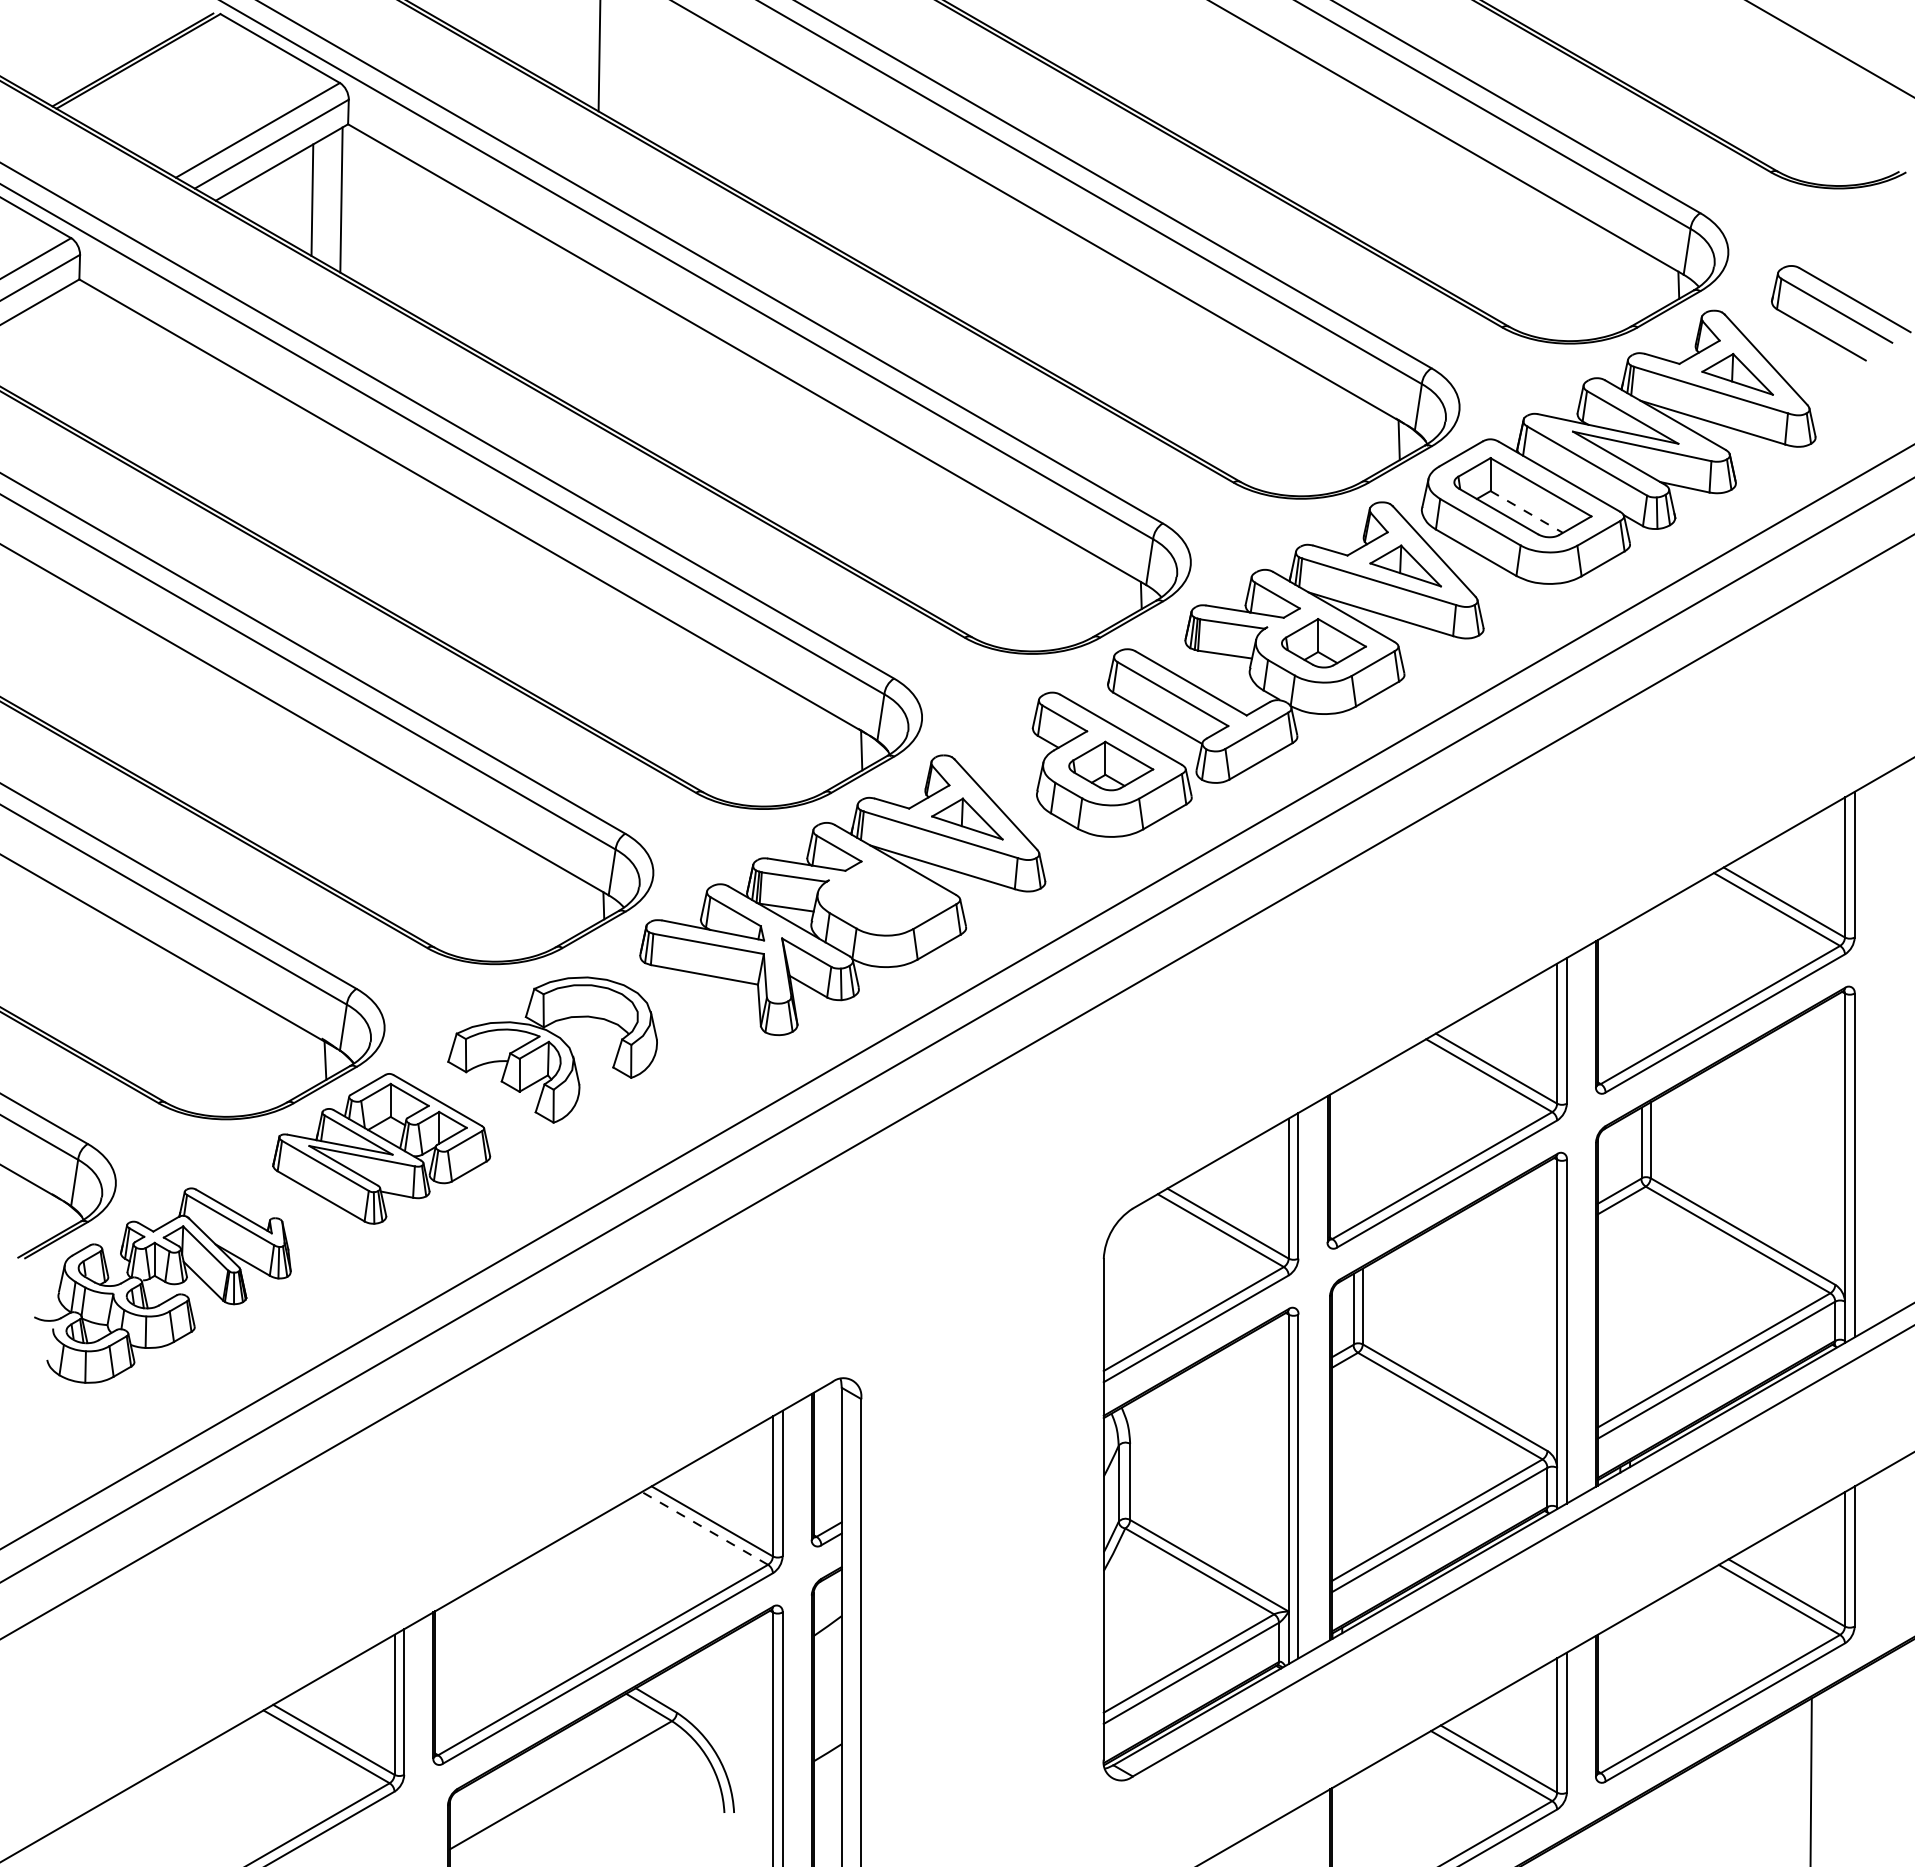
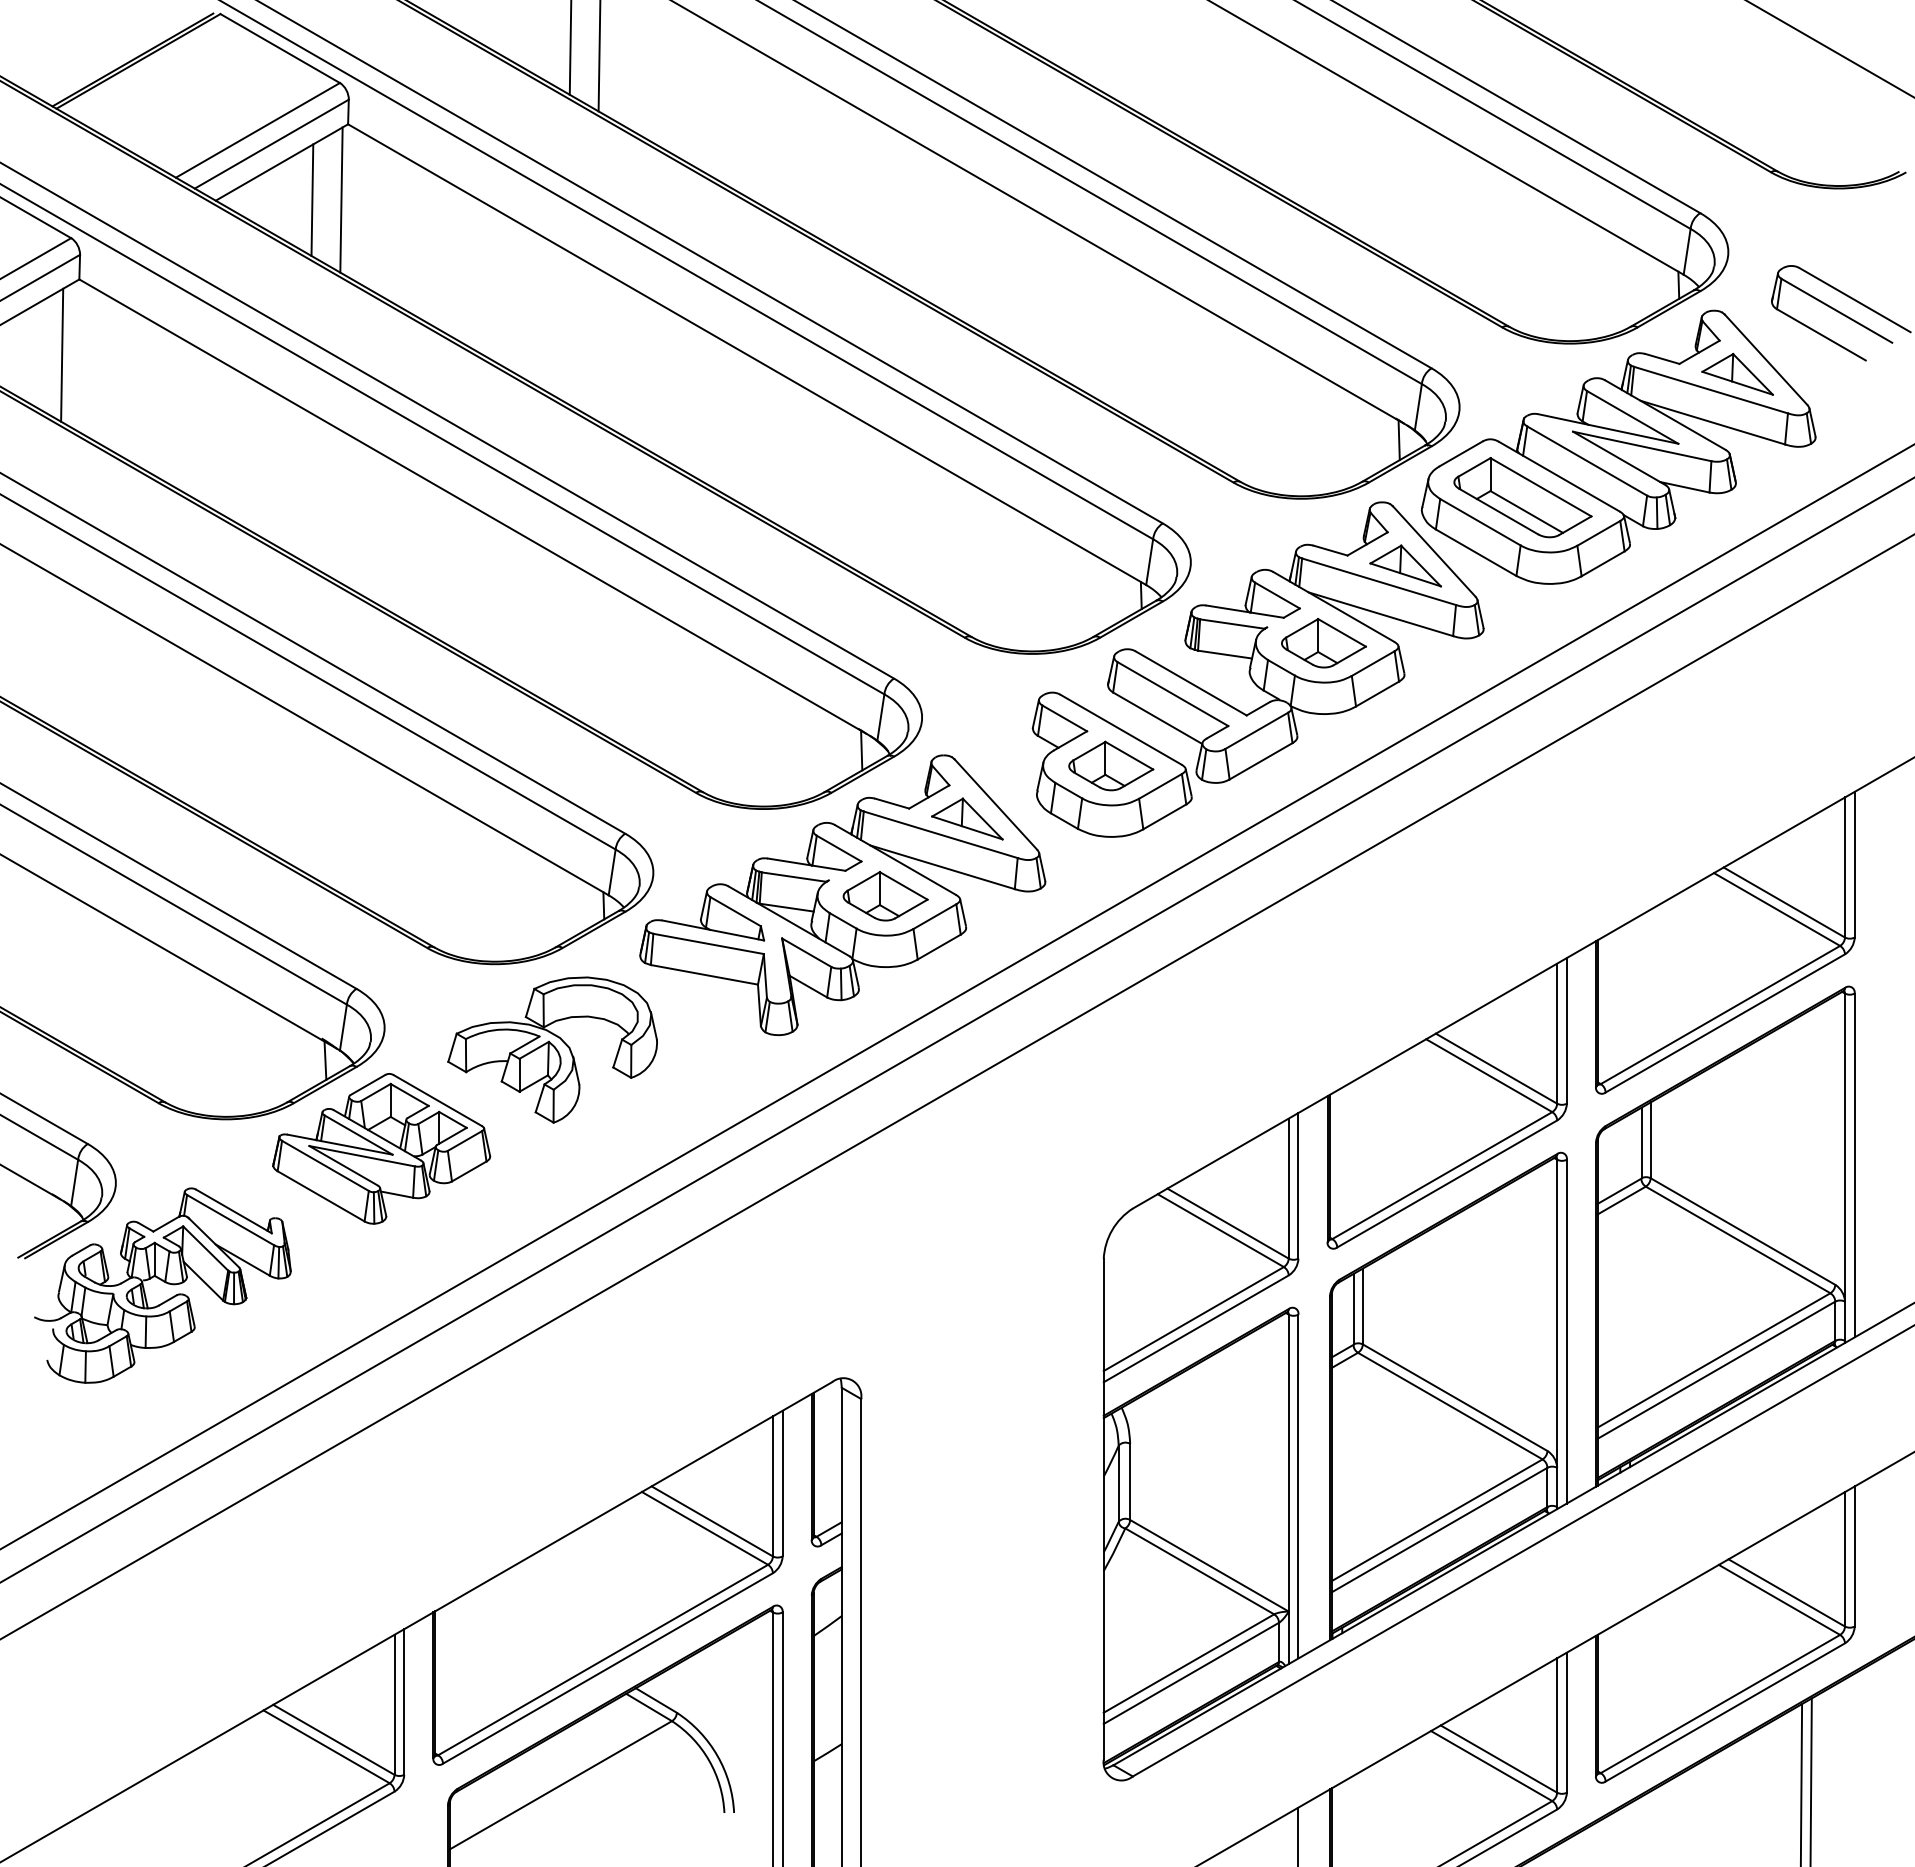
line at (570, 48): none -> present
line at (62, 354): none -> present
line at (1526, 511): dashed -> solid
part at (885, 896): none -> present
line at (705, 1528): dashed -> solid
line at (1801, 1783): none -> present
line at (1298, 1835): none -> present
